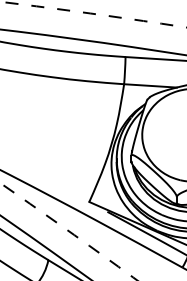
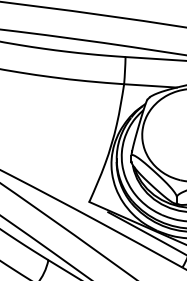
arc at (94, 14): dashed -> solid
arc at (69, 231): dashed -> solid
